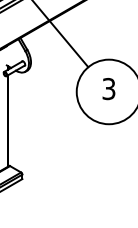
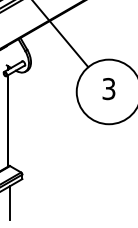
line at (9, 203): none -> present
